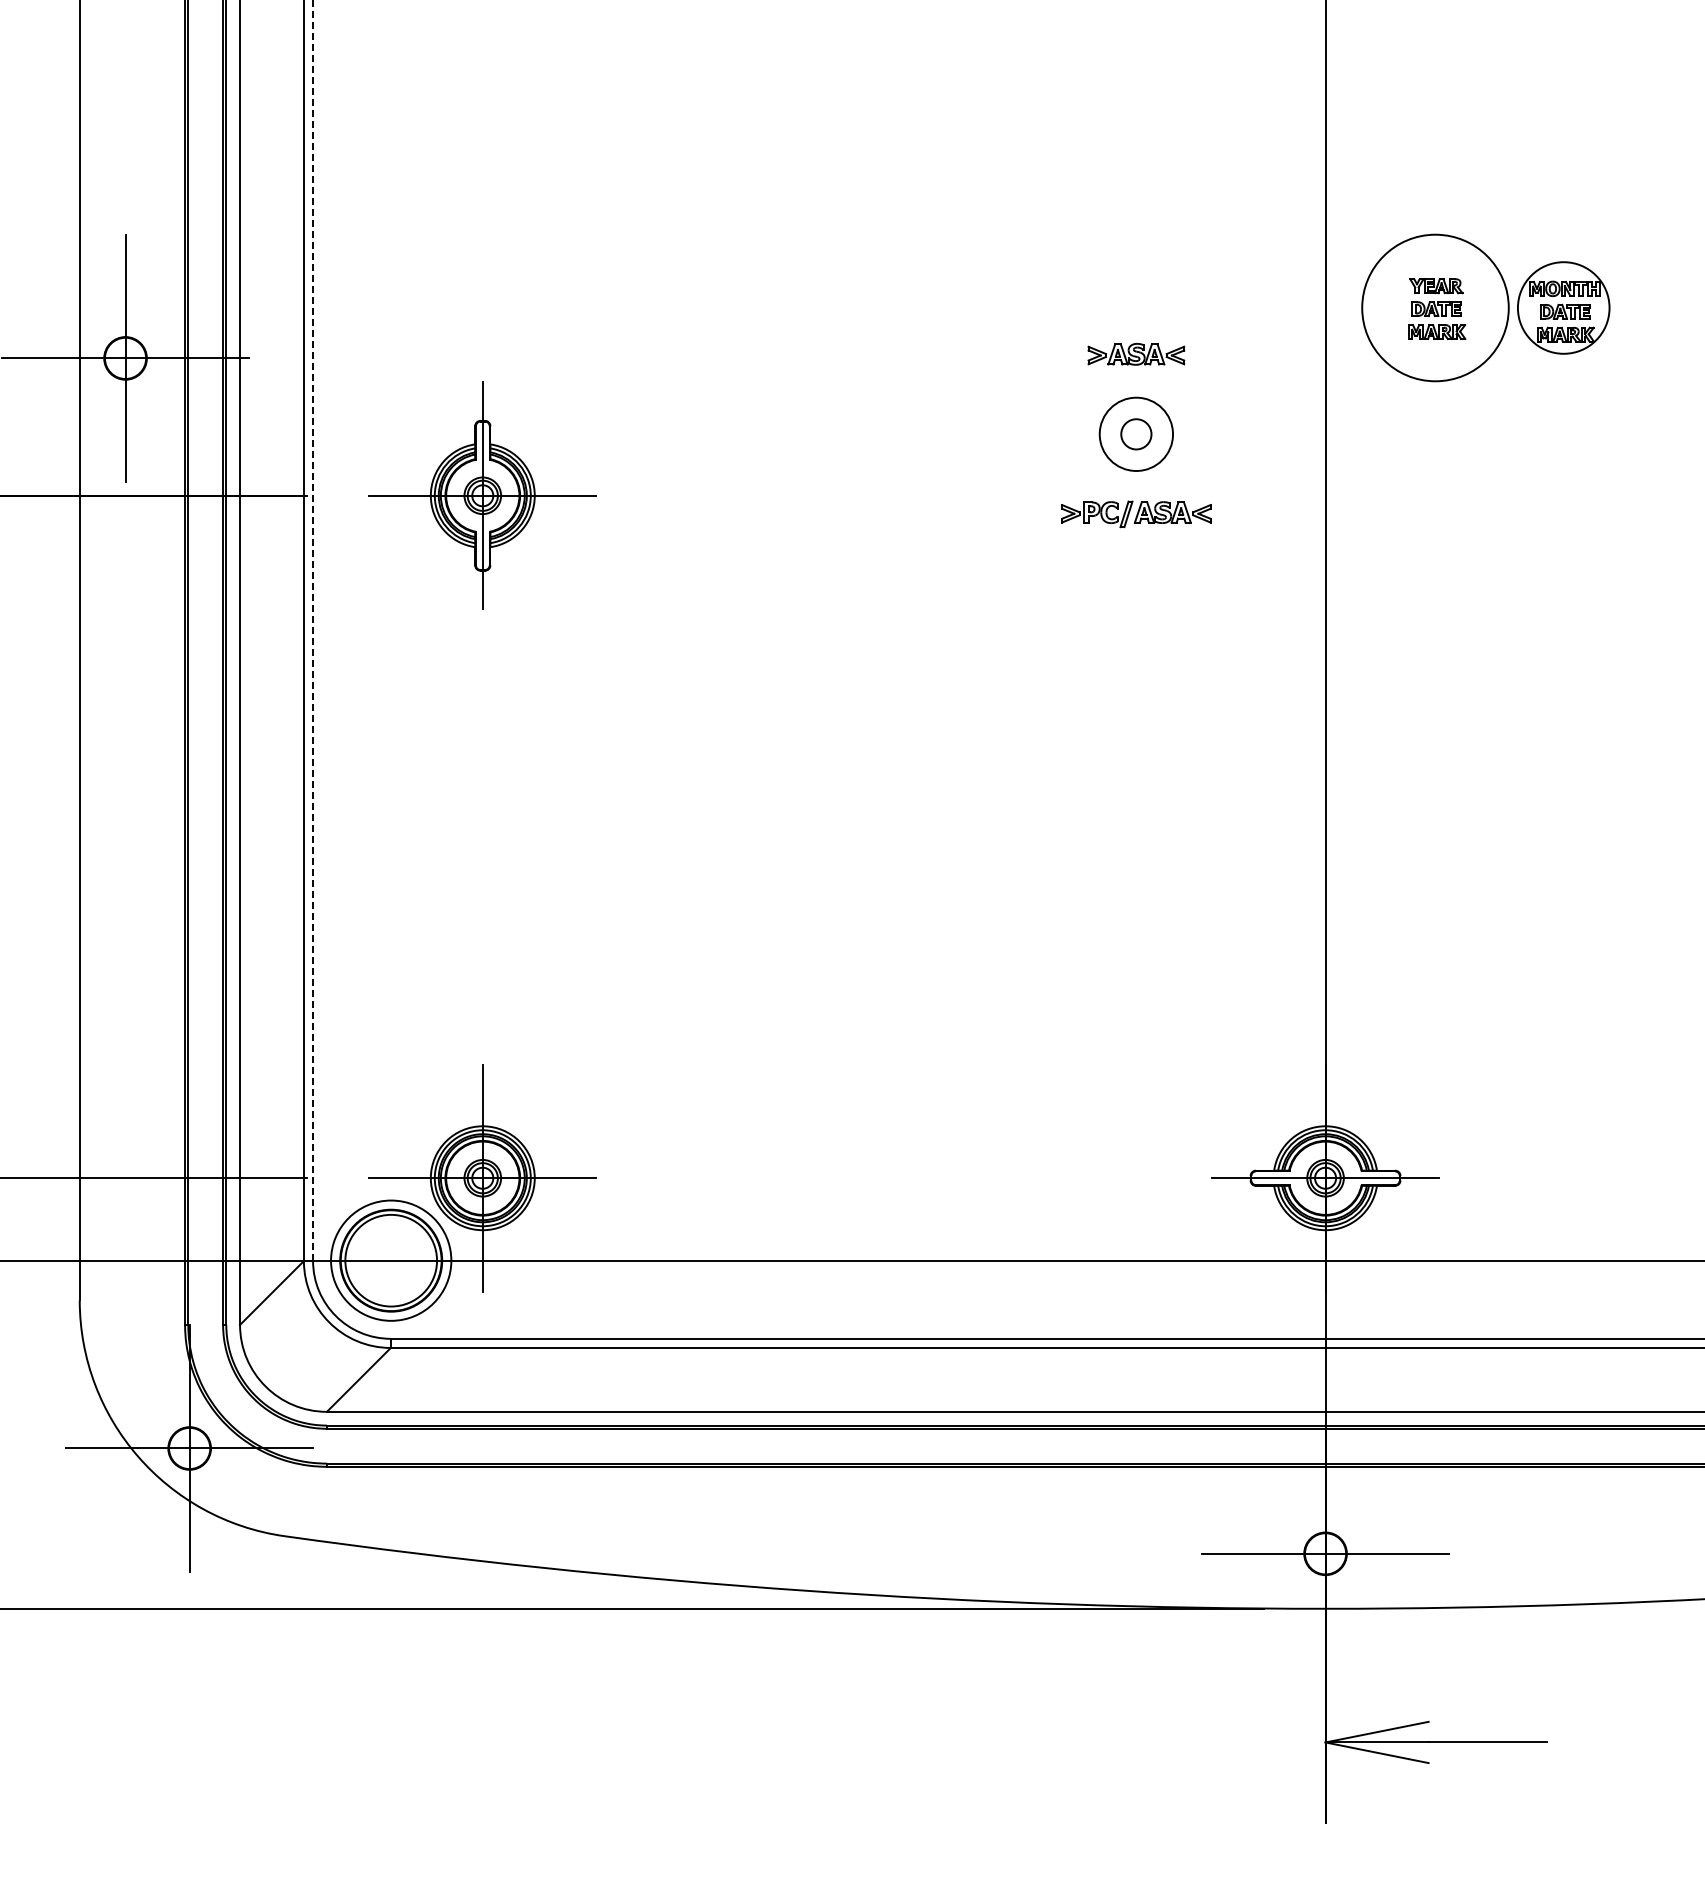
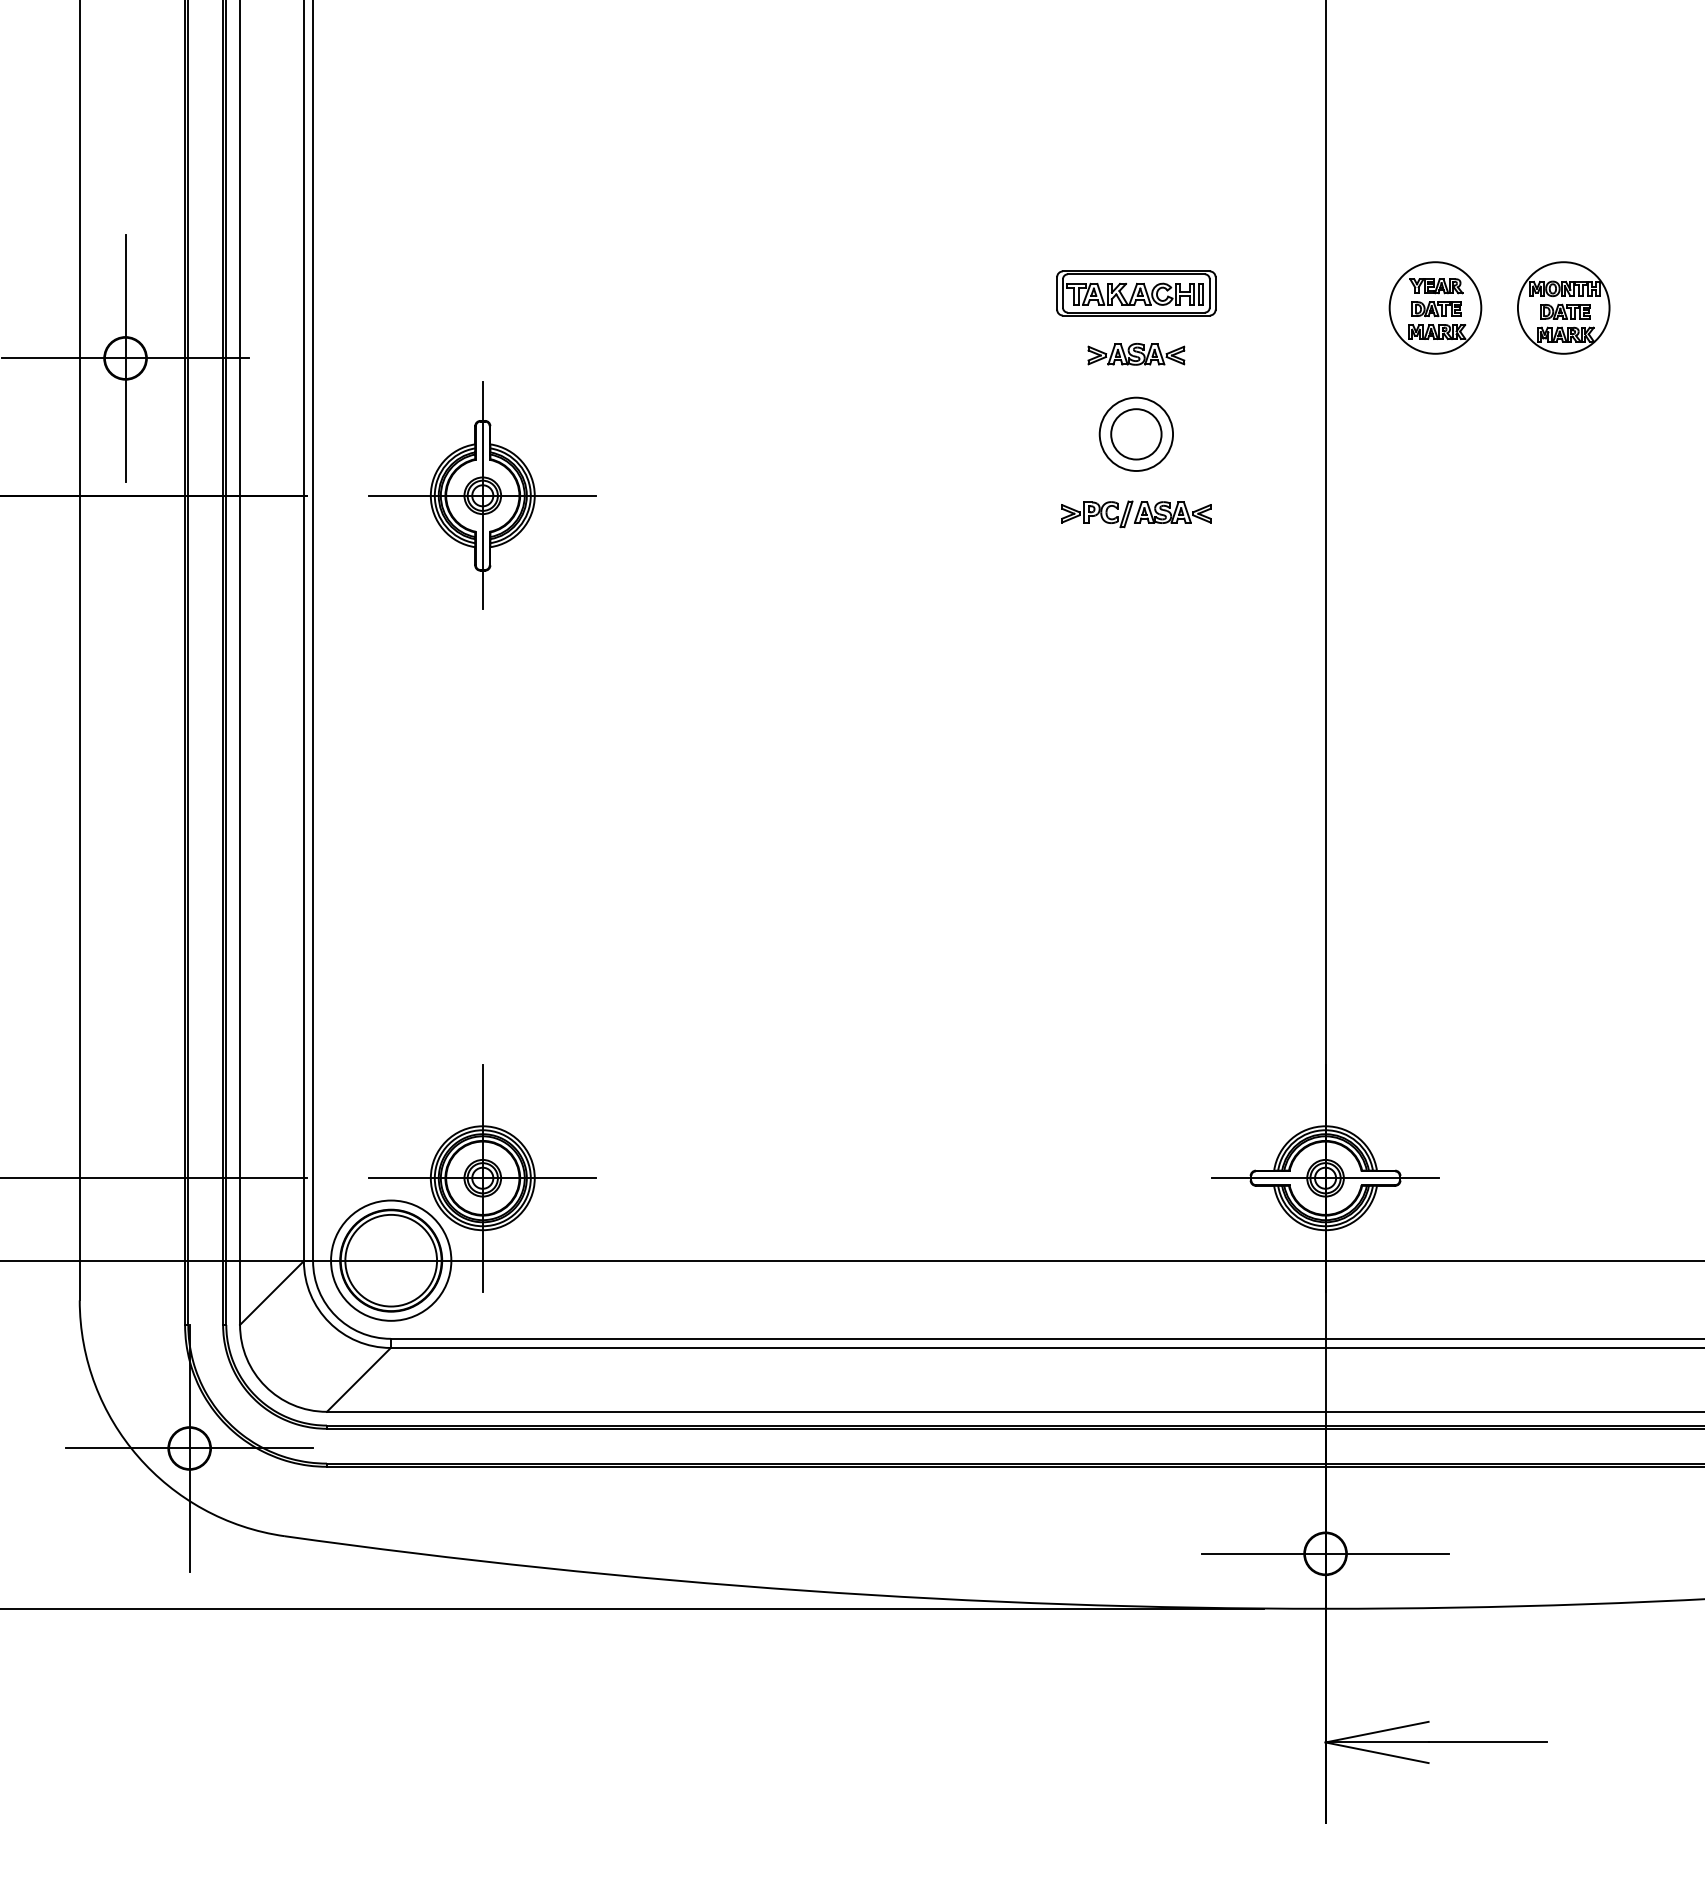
part at (1136, 293): none -> present
circle at (1435, 307) diameter: 147 px -> 92 px
circle at (1136, 434) diameter: 30 px -> 50 px
line at (313, 630): dashed -> solid
